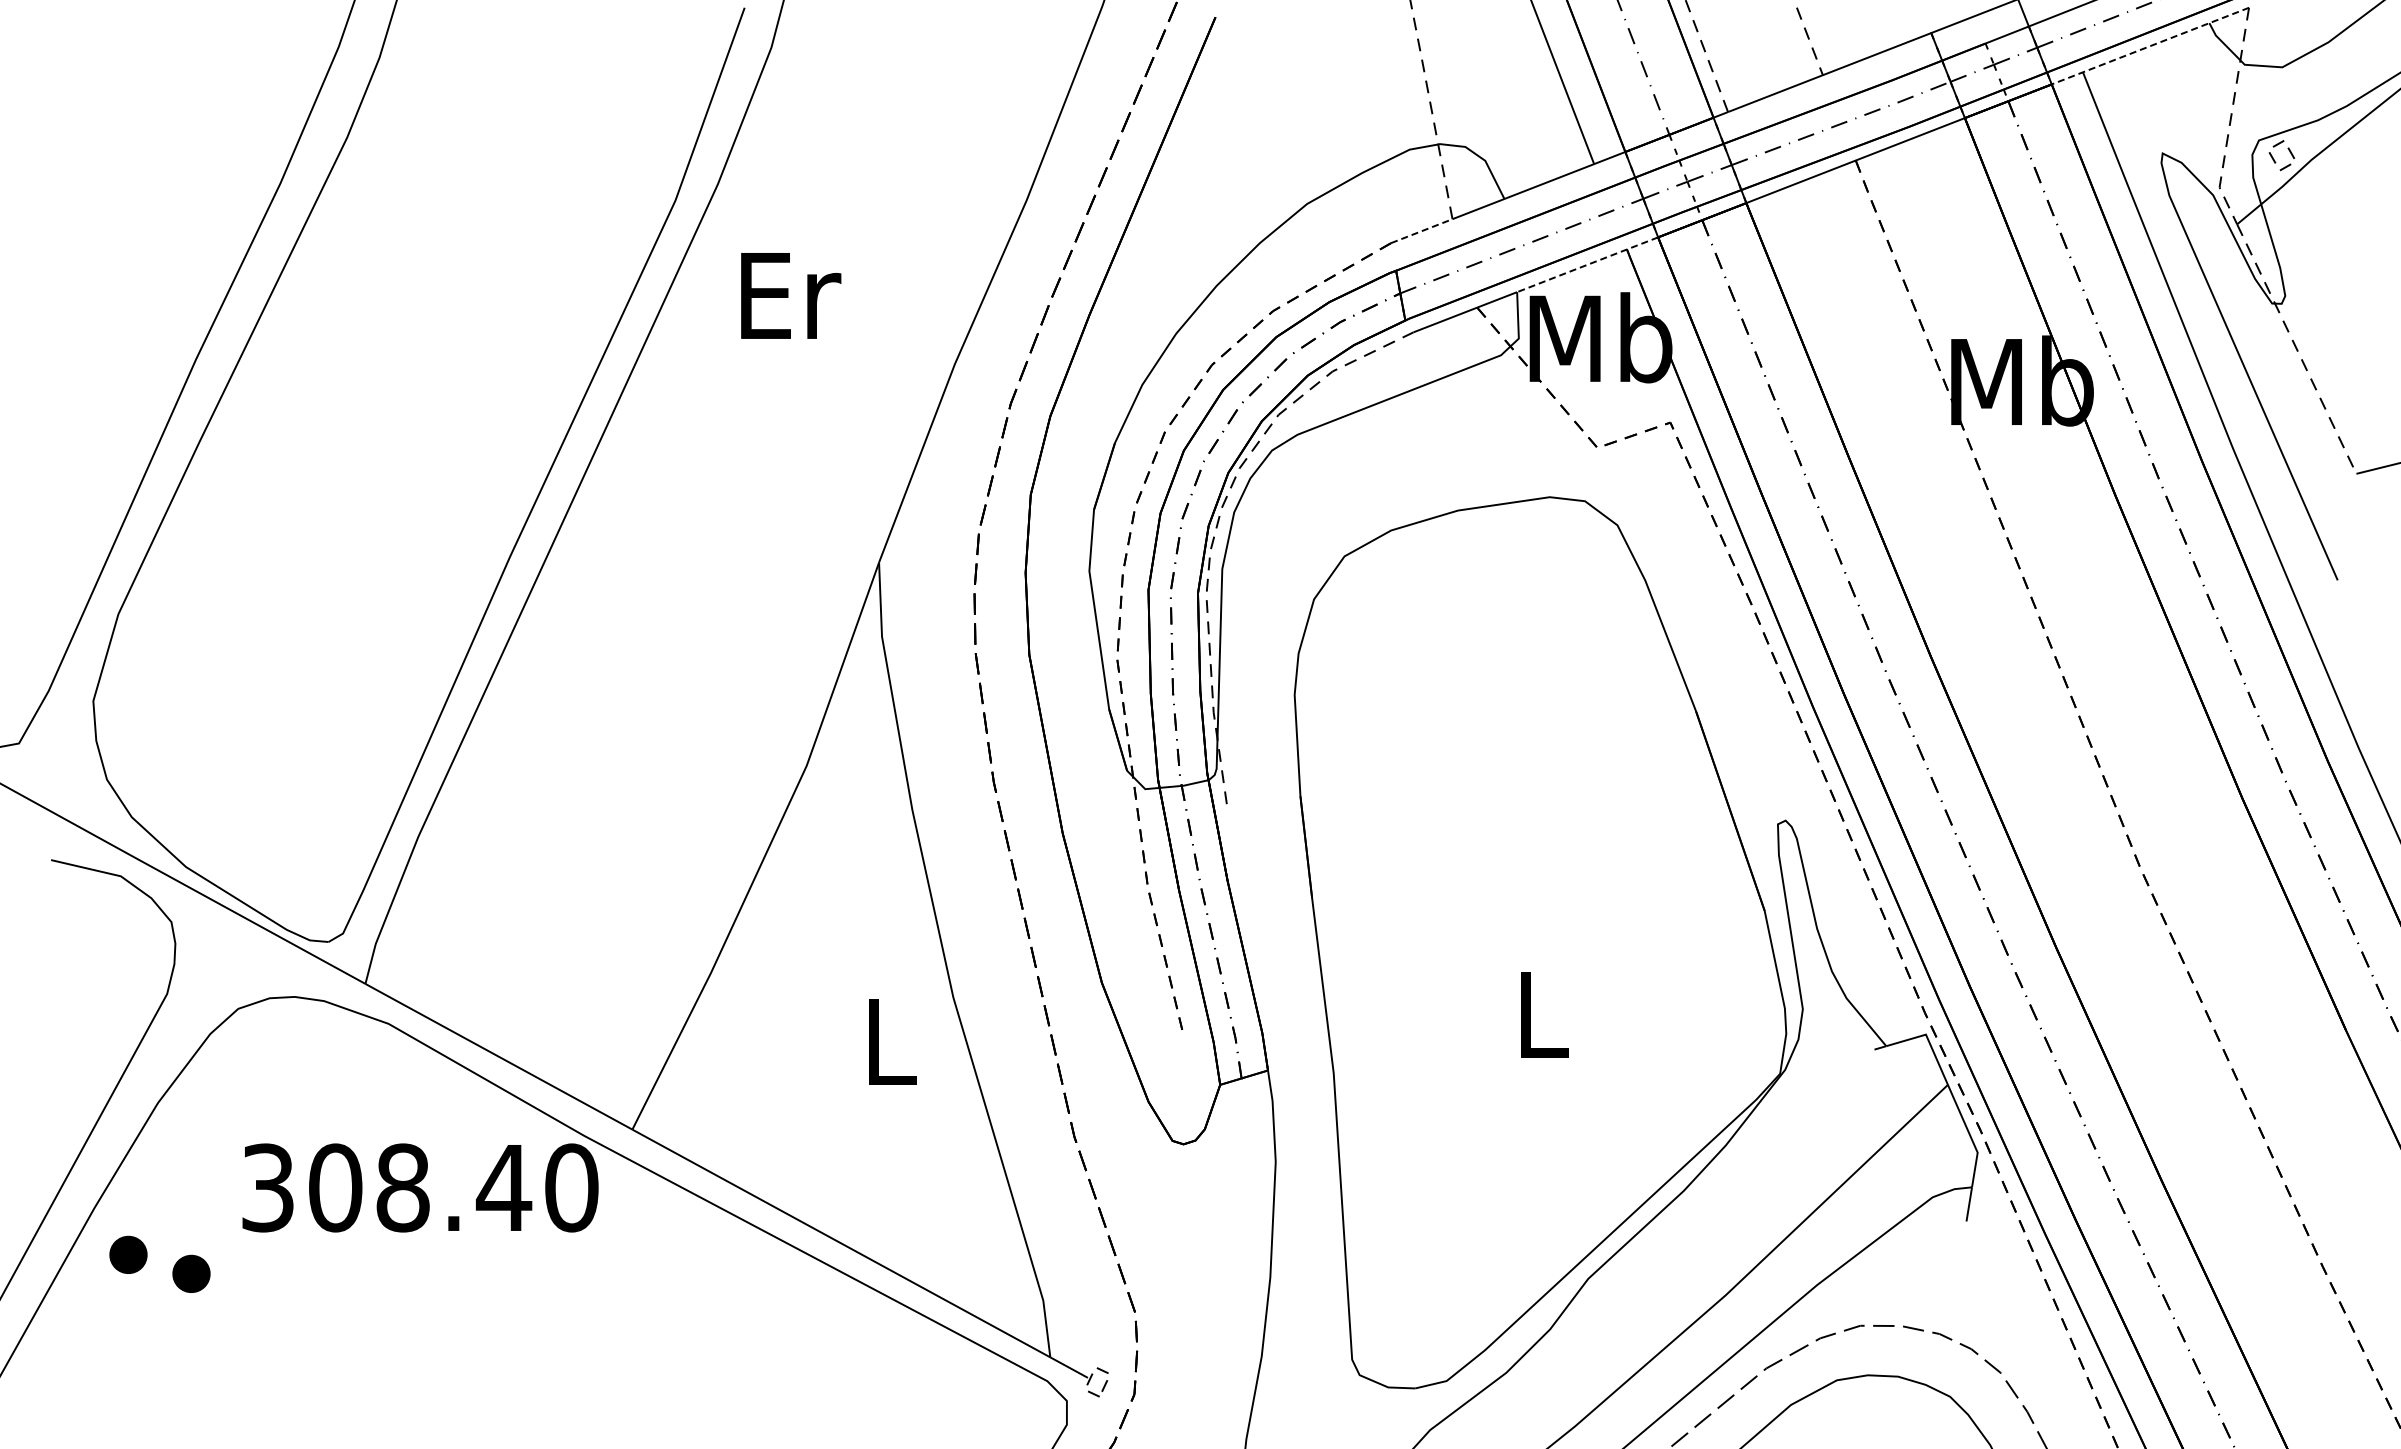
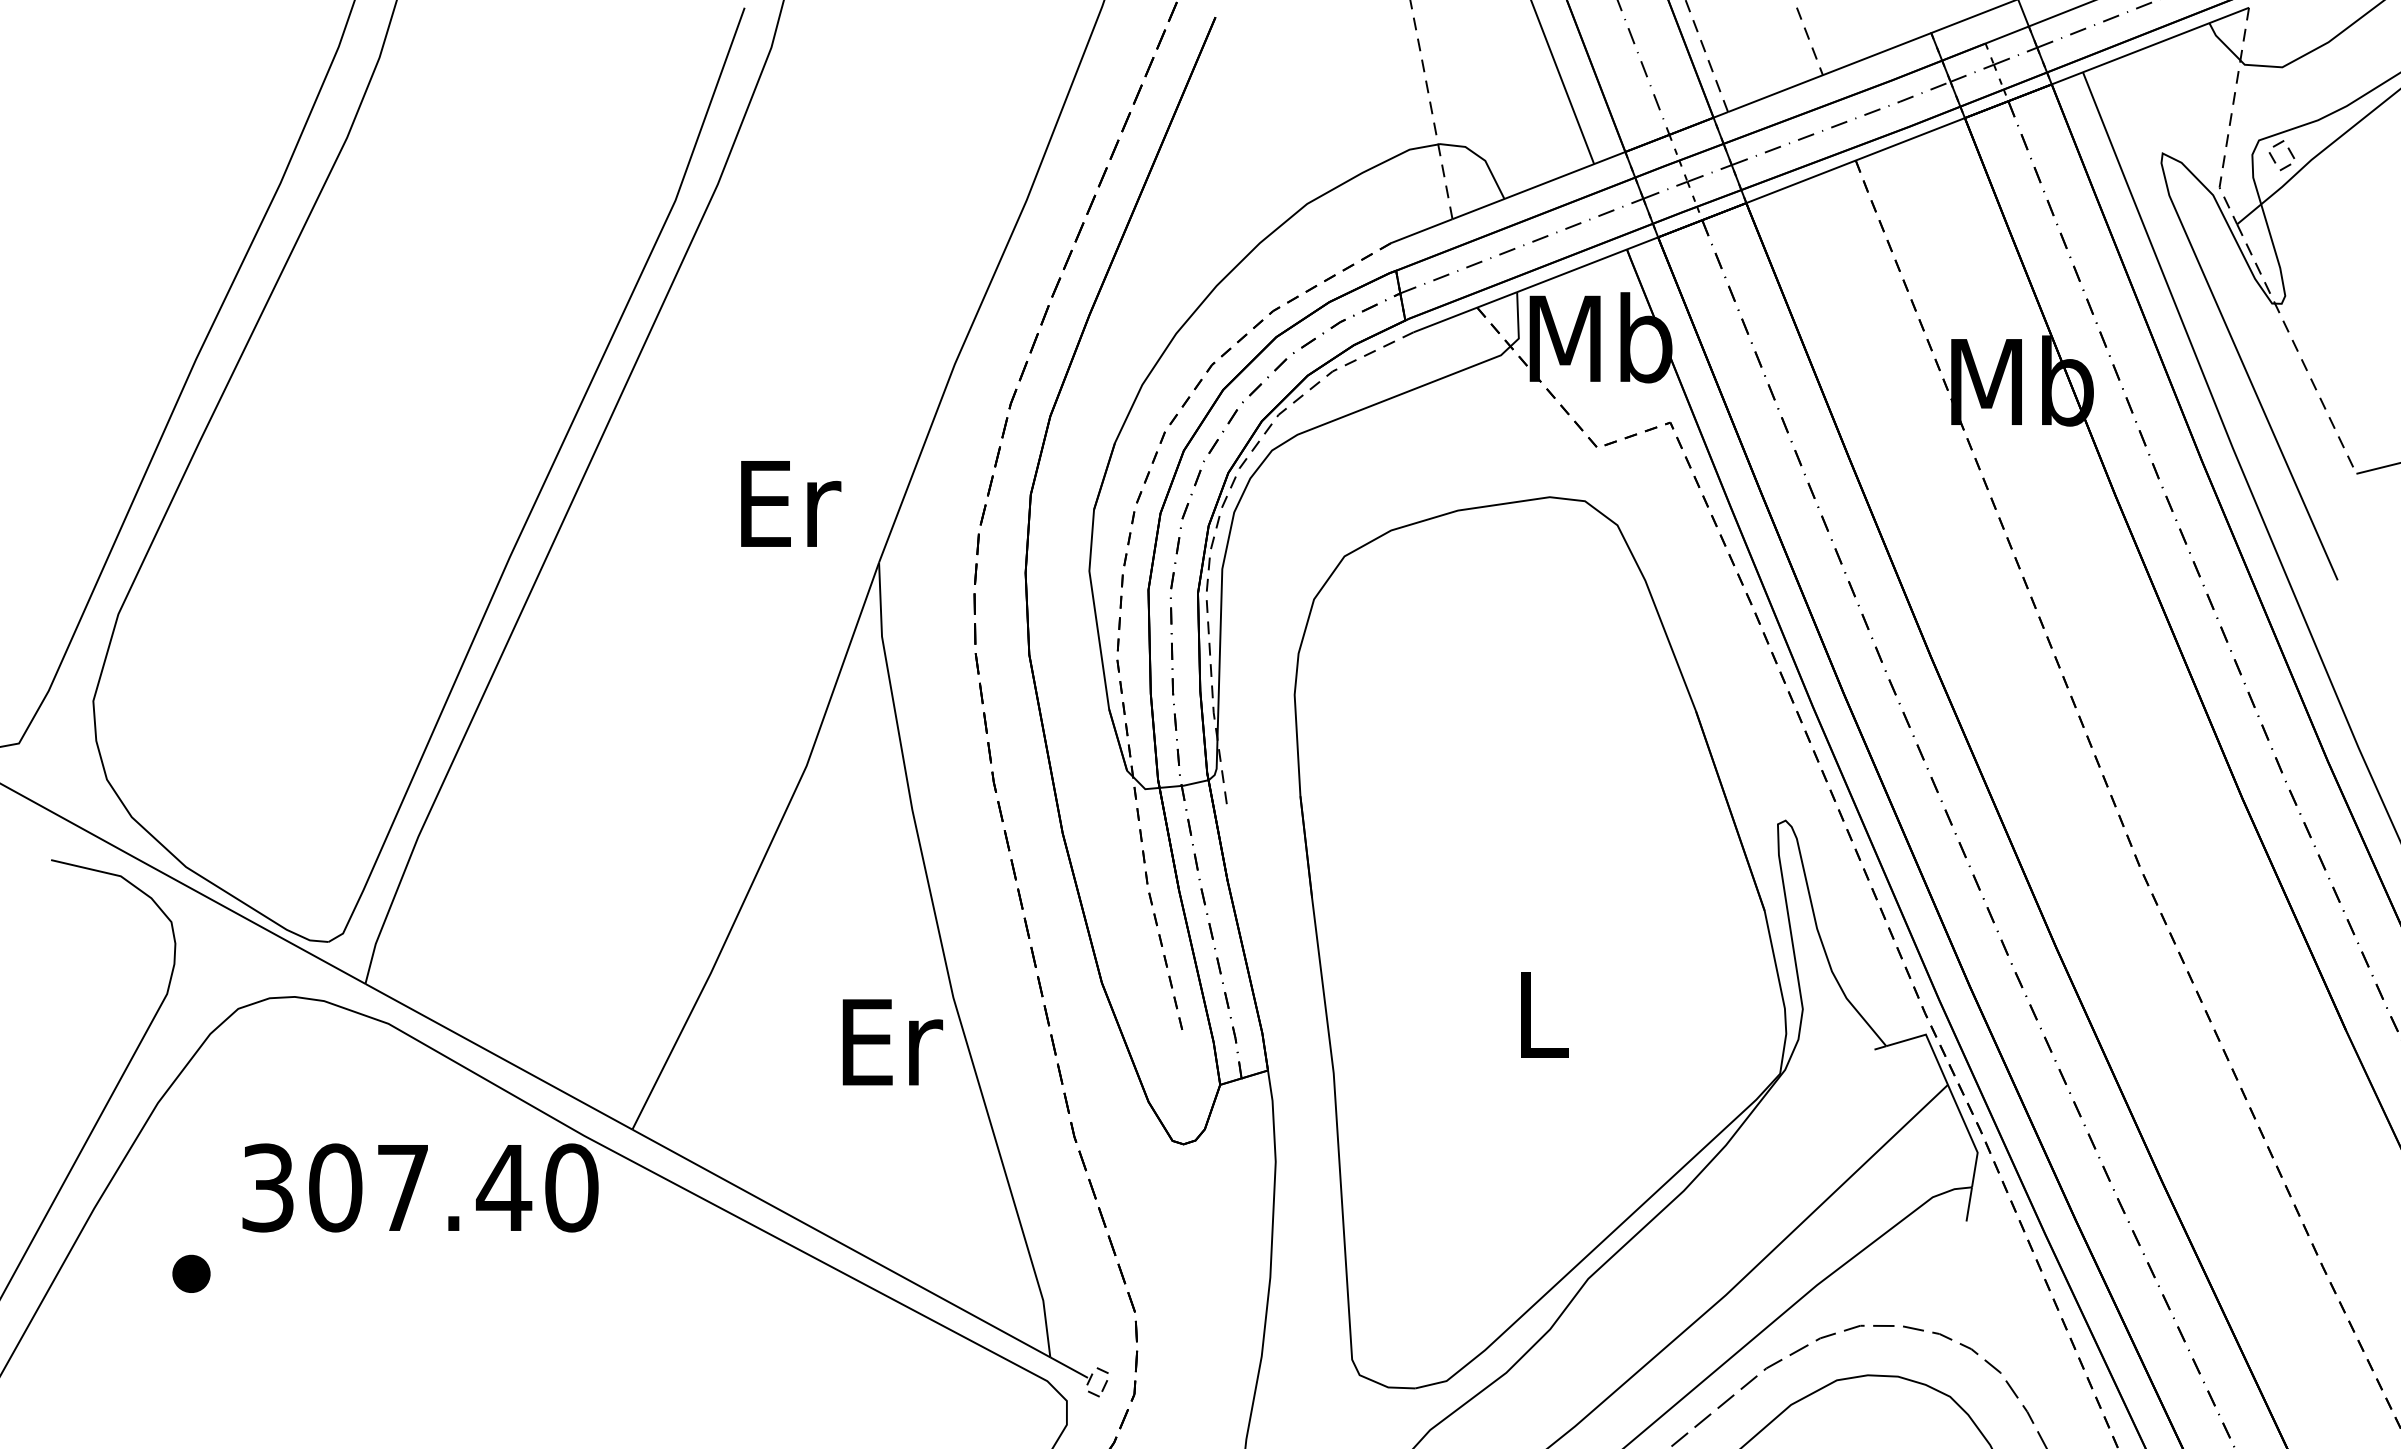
line at (2149, 46): dashed -> solid
line at (1421, 231): dashed -> solid
line at (1587, 264): dashed -> solid
text at (791, 295) position: (791, 295) -> (791, 503)
text at (892, 1042): L -> Er
text at (402, 1187): 308.40 -> 307.40
part at (128, 1254): present -> none
